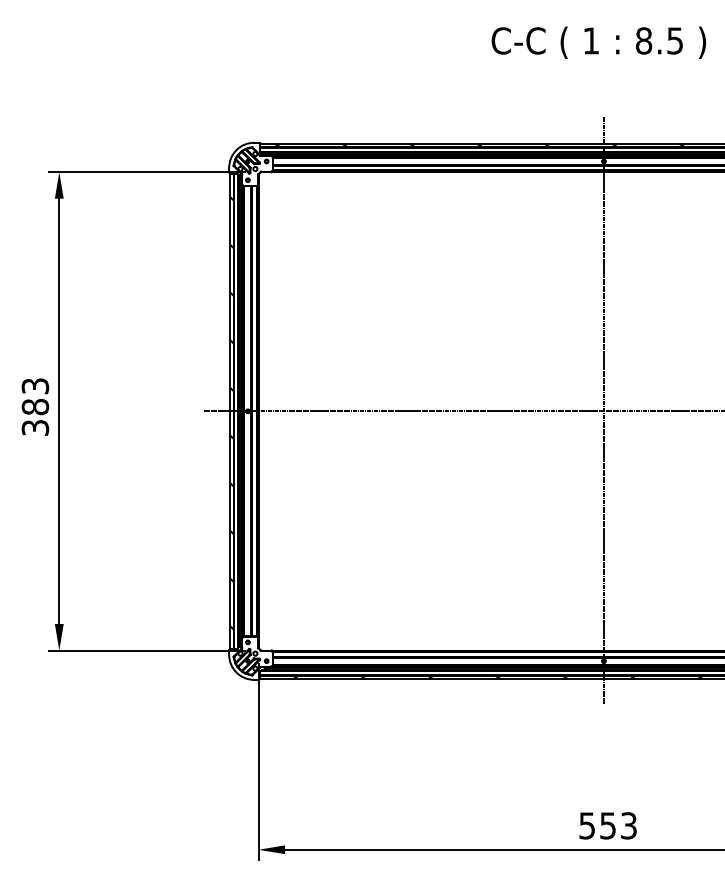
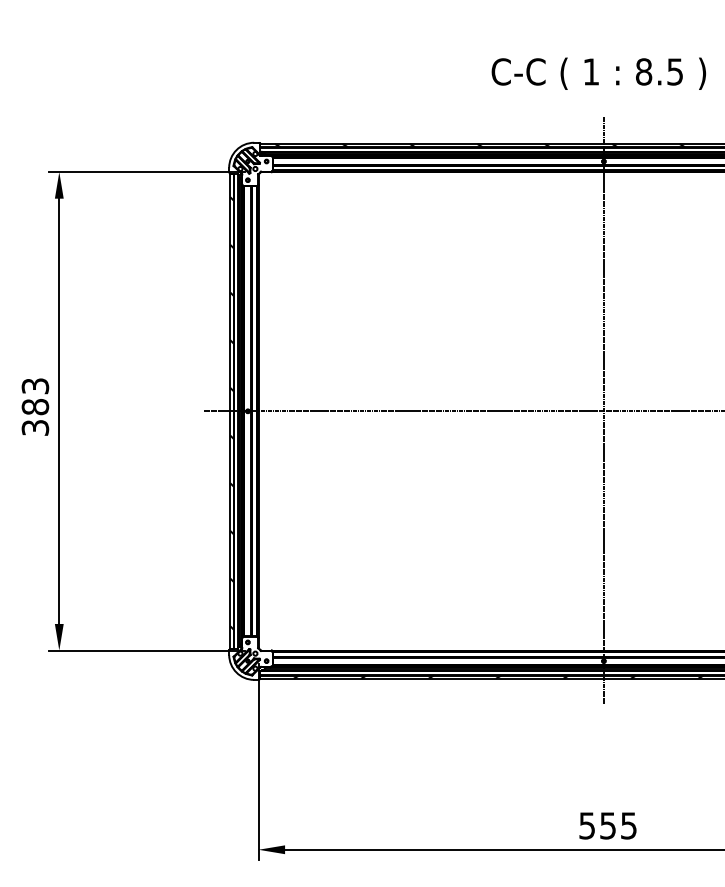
text at (598, 42) position: (598, 42) -> (598, 73)
text at (628, 825): 553 -> 555
